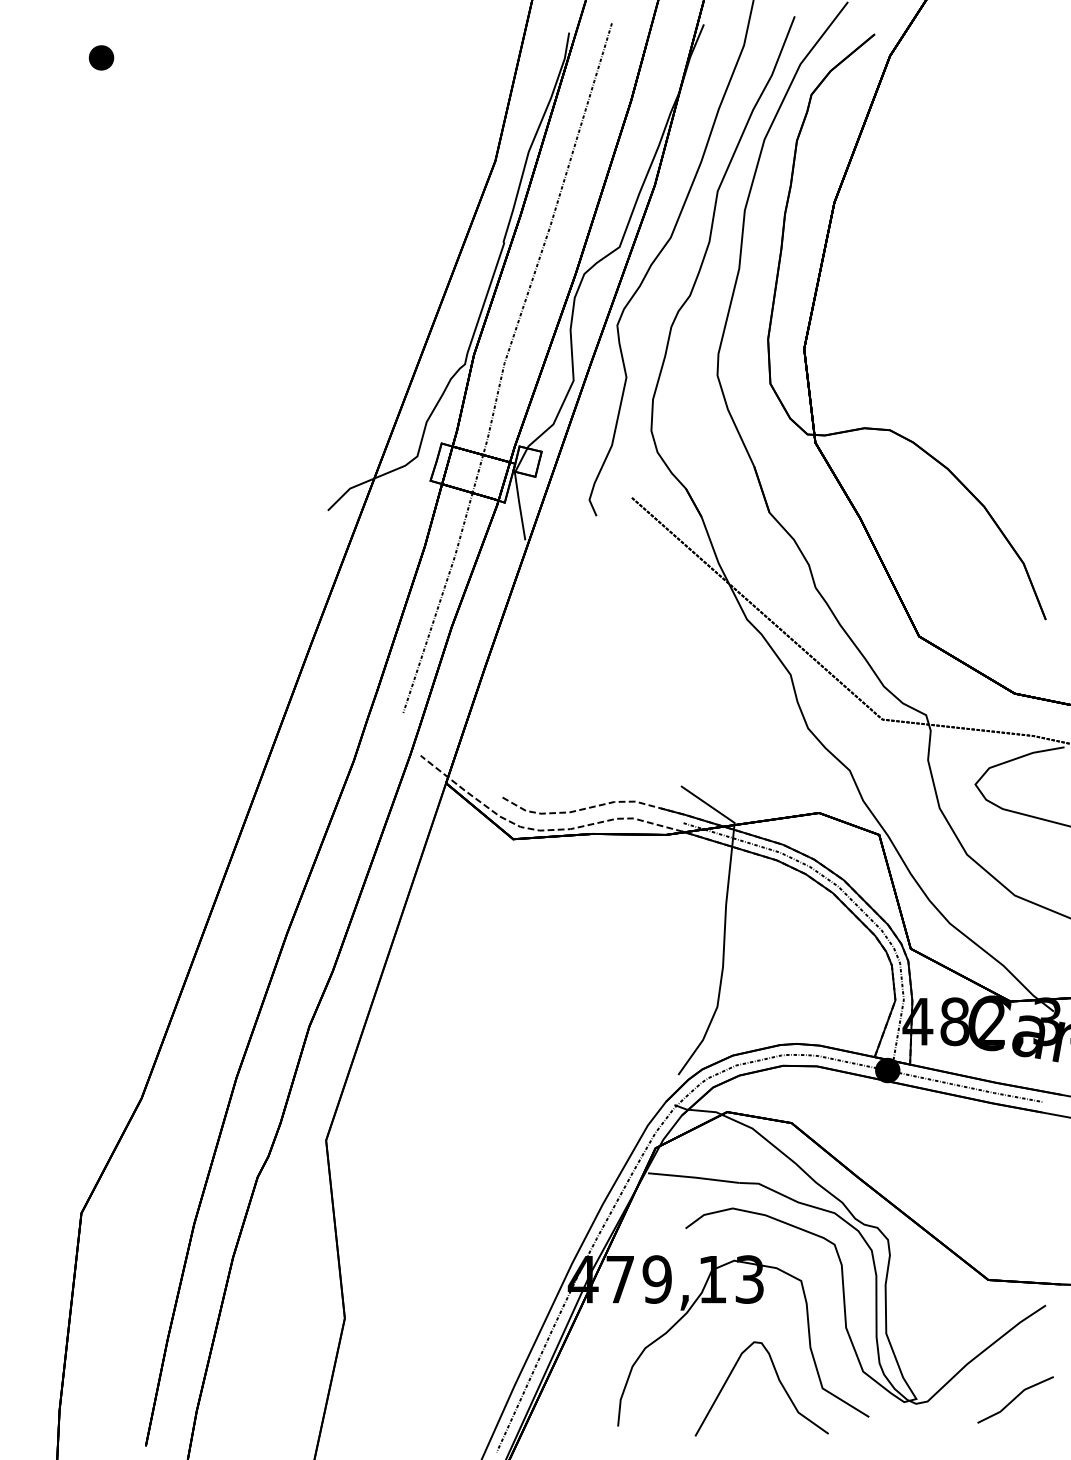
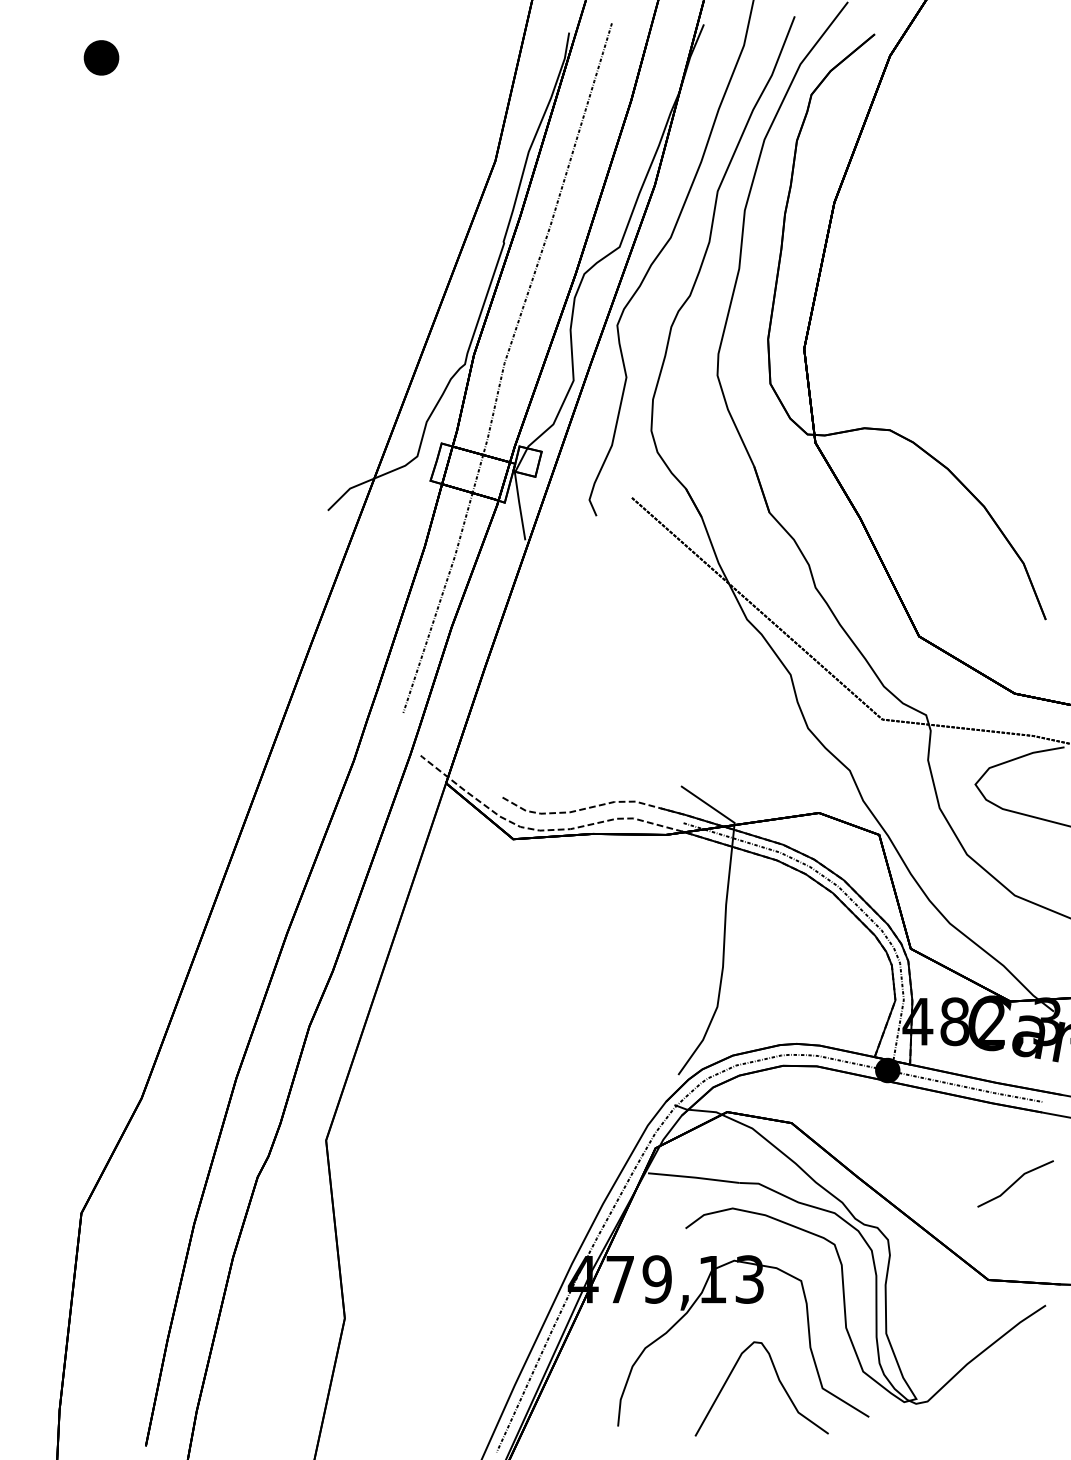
part at (101, 57) size: 27x26 px -> 37x36 px
line at (1015, 1399) position: (1015, 1399) -> (1015, 1183)
